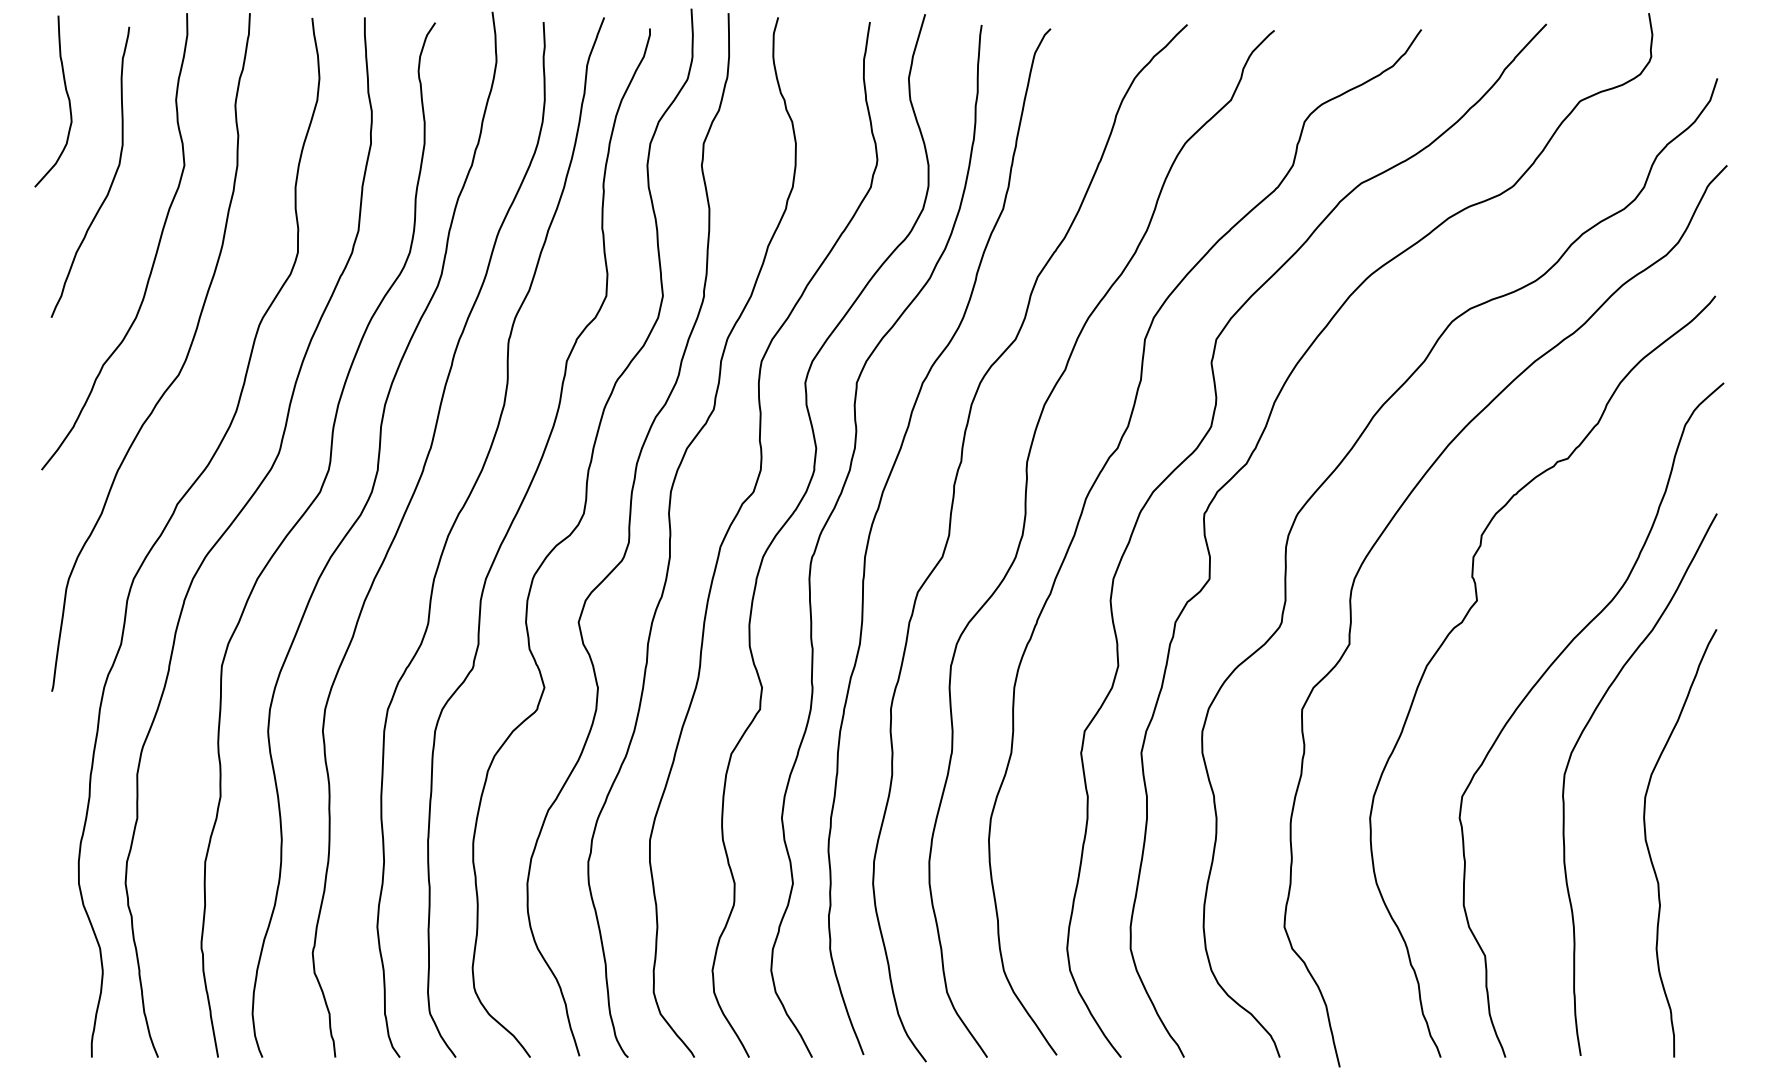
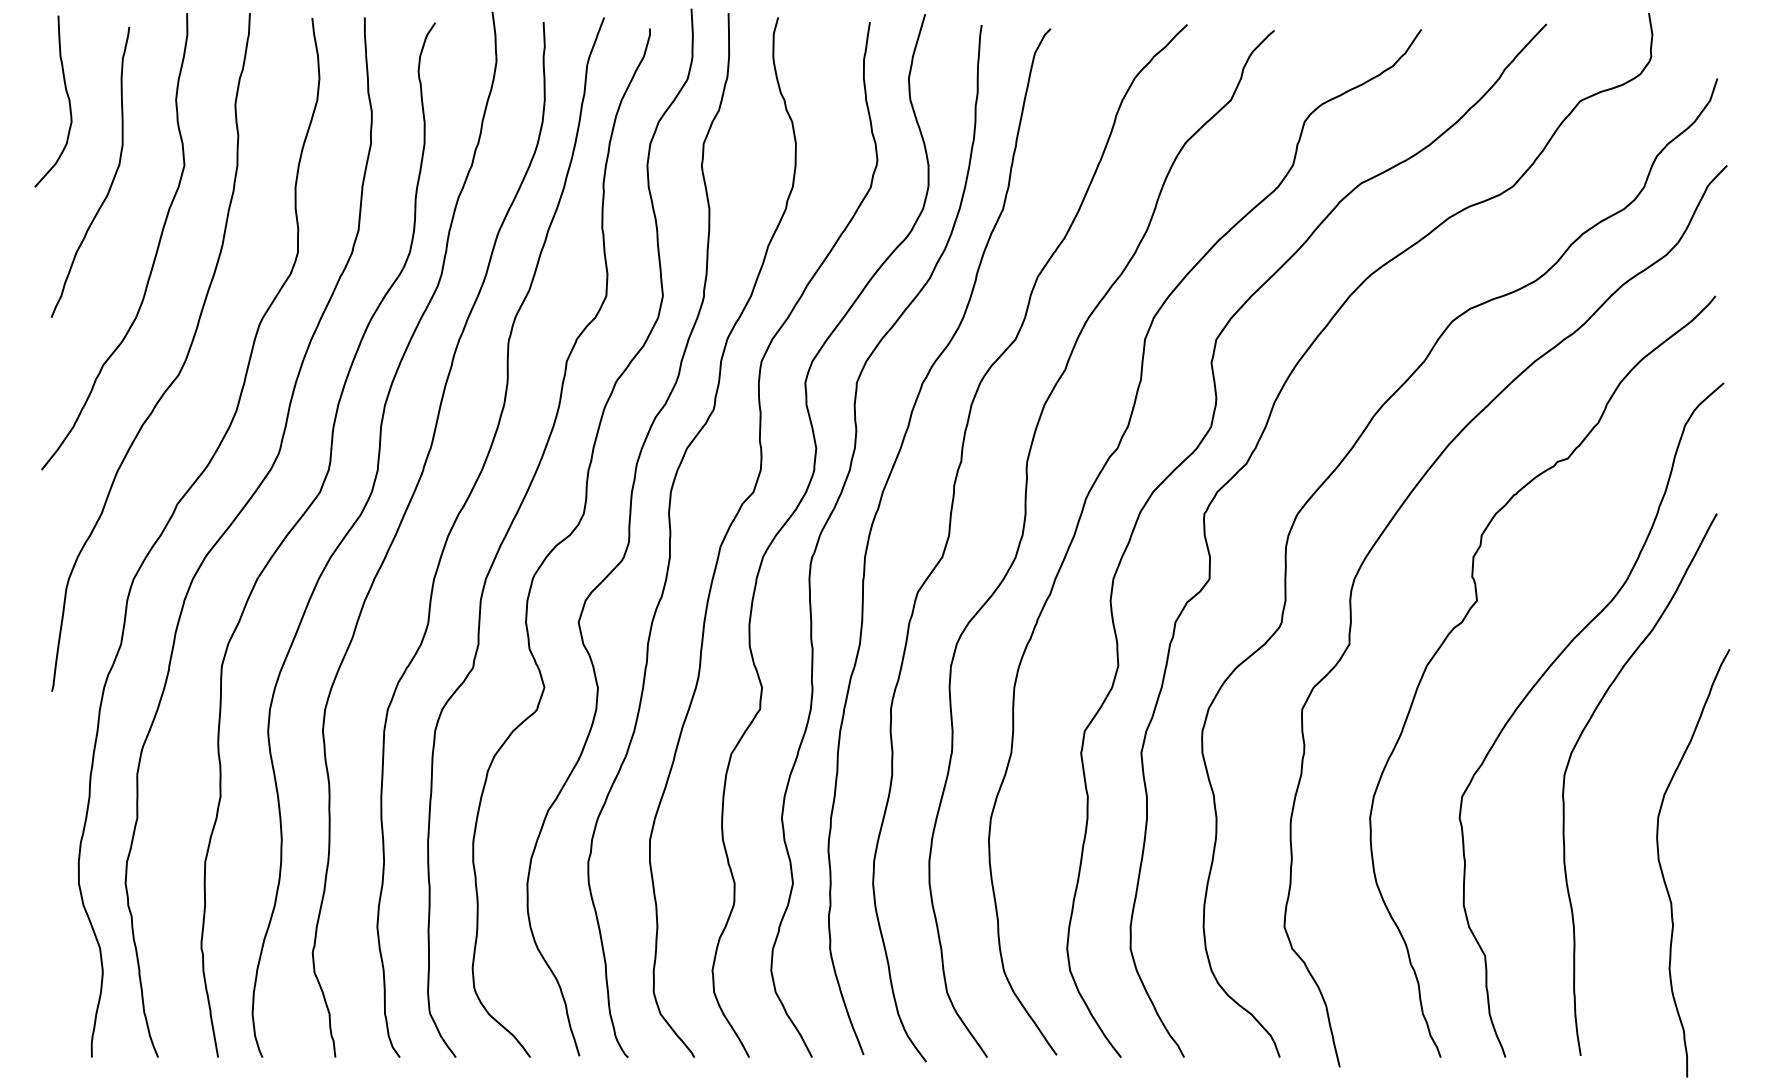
curve at (1649, 849) position: (1649, 849) -> (1662, 869)
